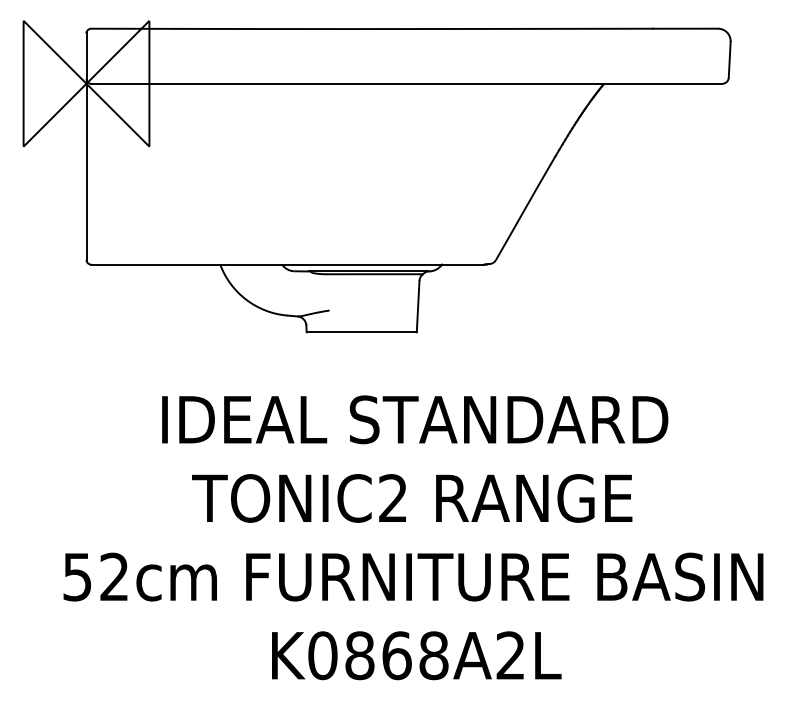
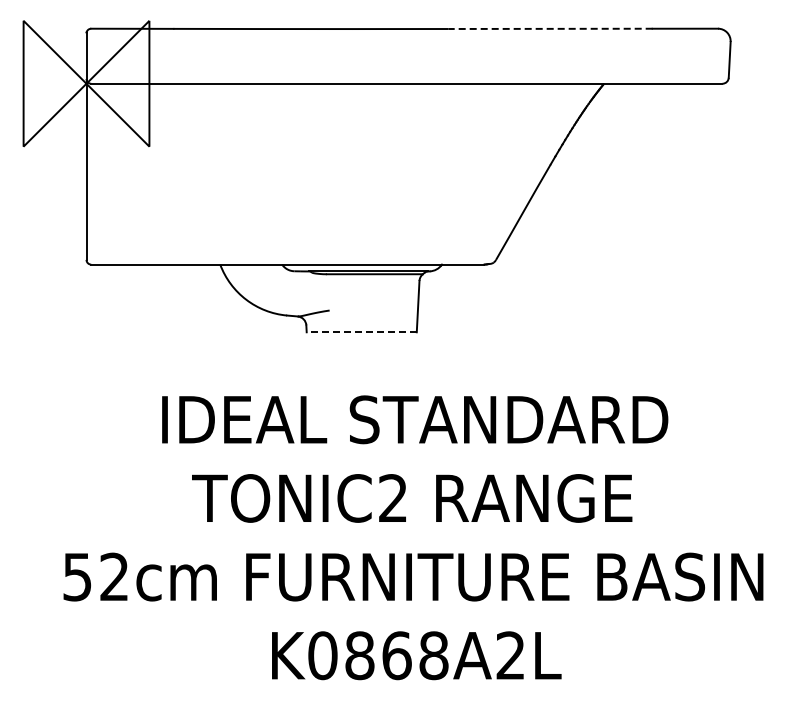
line at (549, 28): solid -> dashed
line at (361, 332): solid -> dashed
